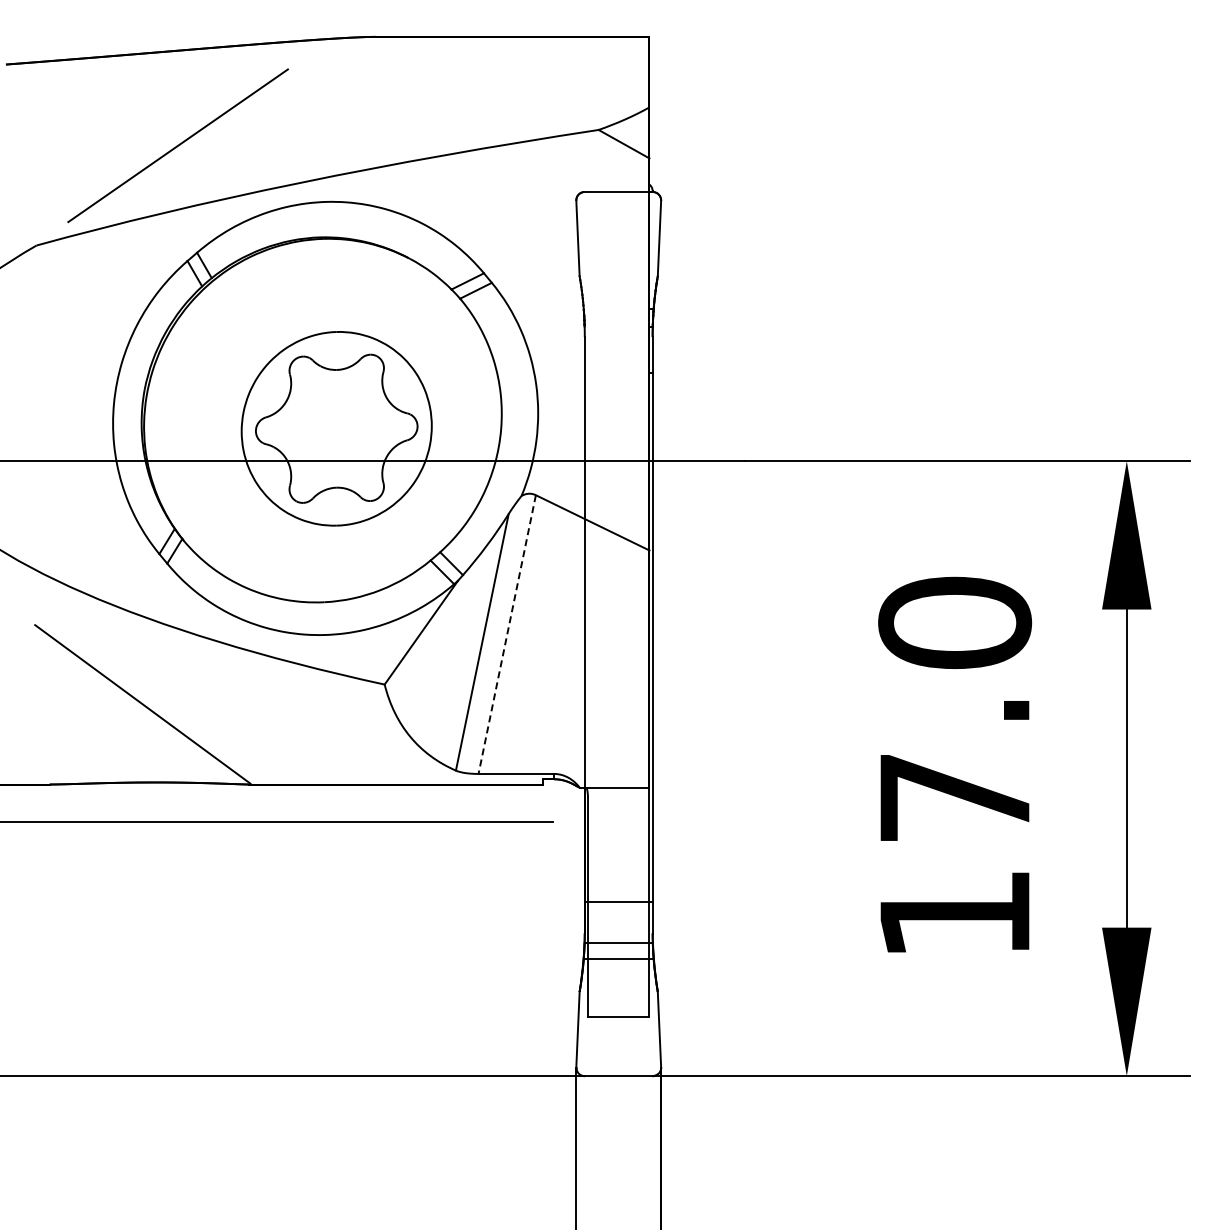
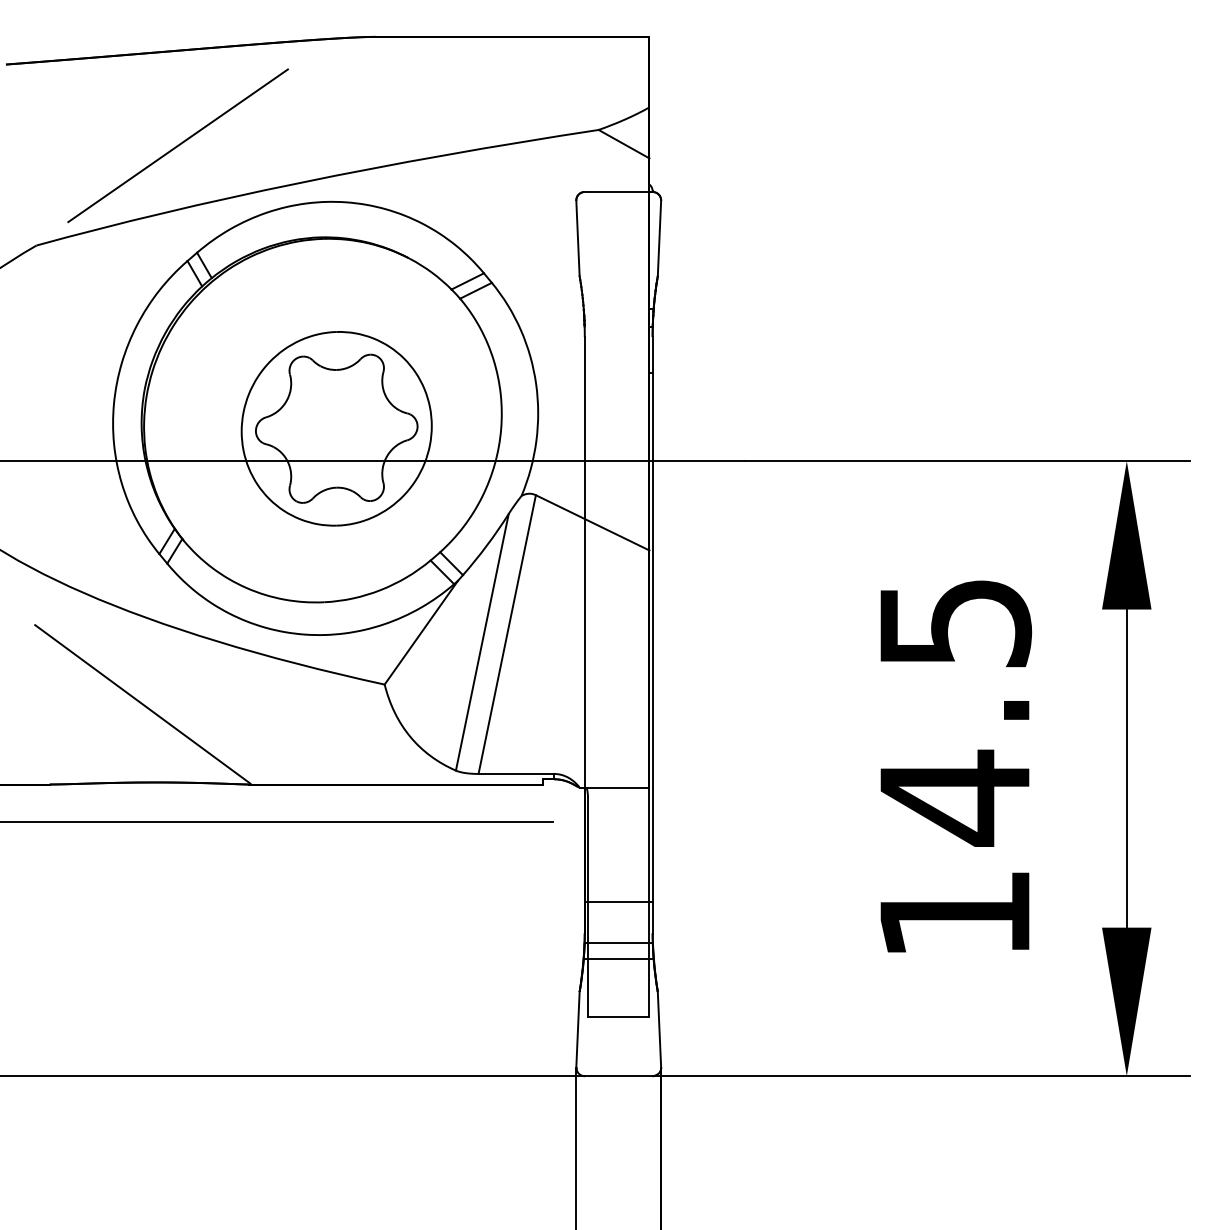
line at (507, 635): dashed -> solid
text at (955, 711): 17.0 -> 14.5
